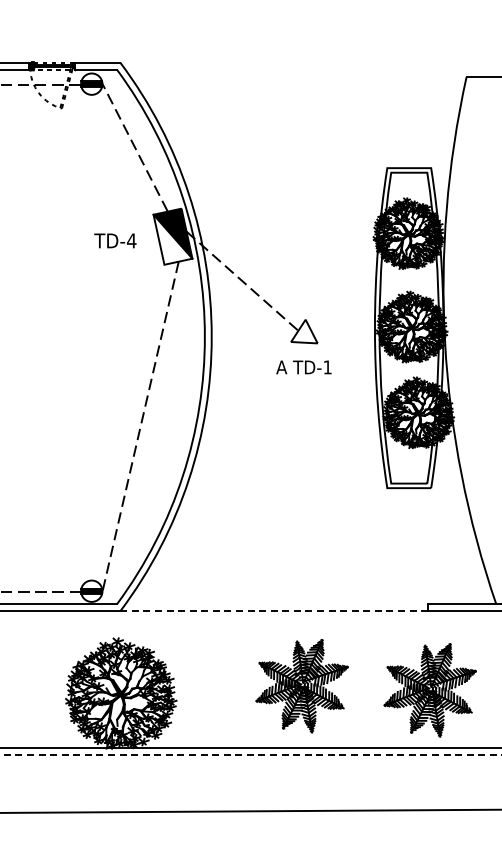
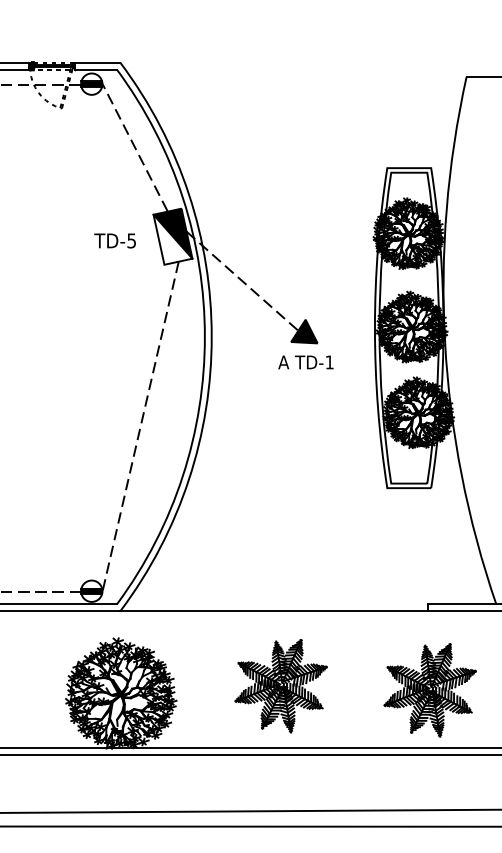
text at (131, 240): TD-4 -> TD-5
fill at (304, 331): none -> present
text at (303, 367) position: (303, 367) -> (305, 362)
line at (274, 611): dashed -> solid
part at (301, 686) position: (301, 686) -> (280, 686)
line at (251, 755): dashed -> solid
line at (250, 826): none -> present
